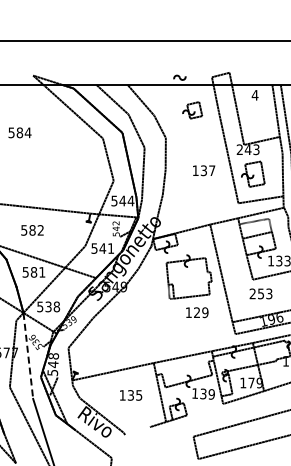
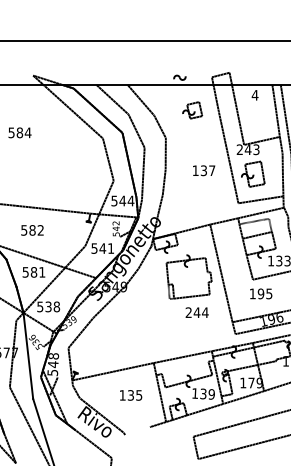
text at (260, 293): 253 -> 195
text at (196, 312): 129 -> 244
line at (28, 356): dashed -> solid
line at (205, 409): none -> present
